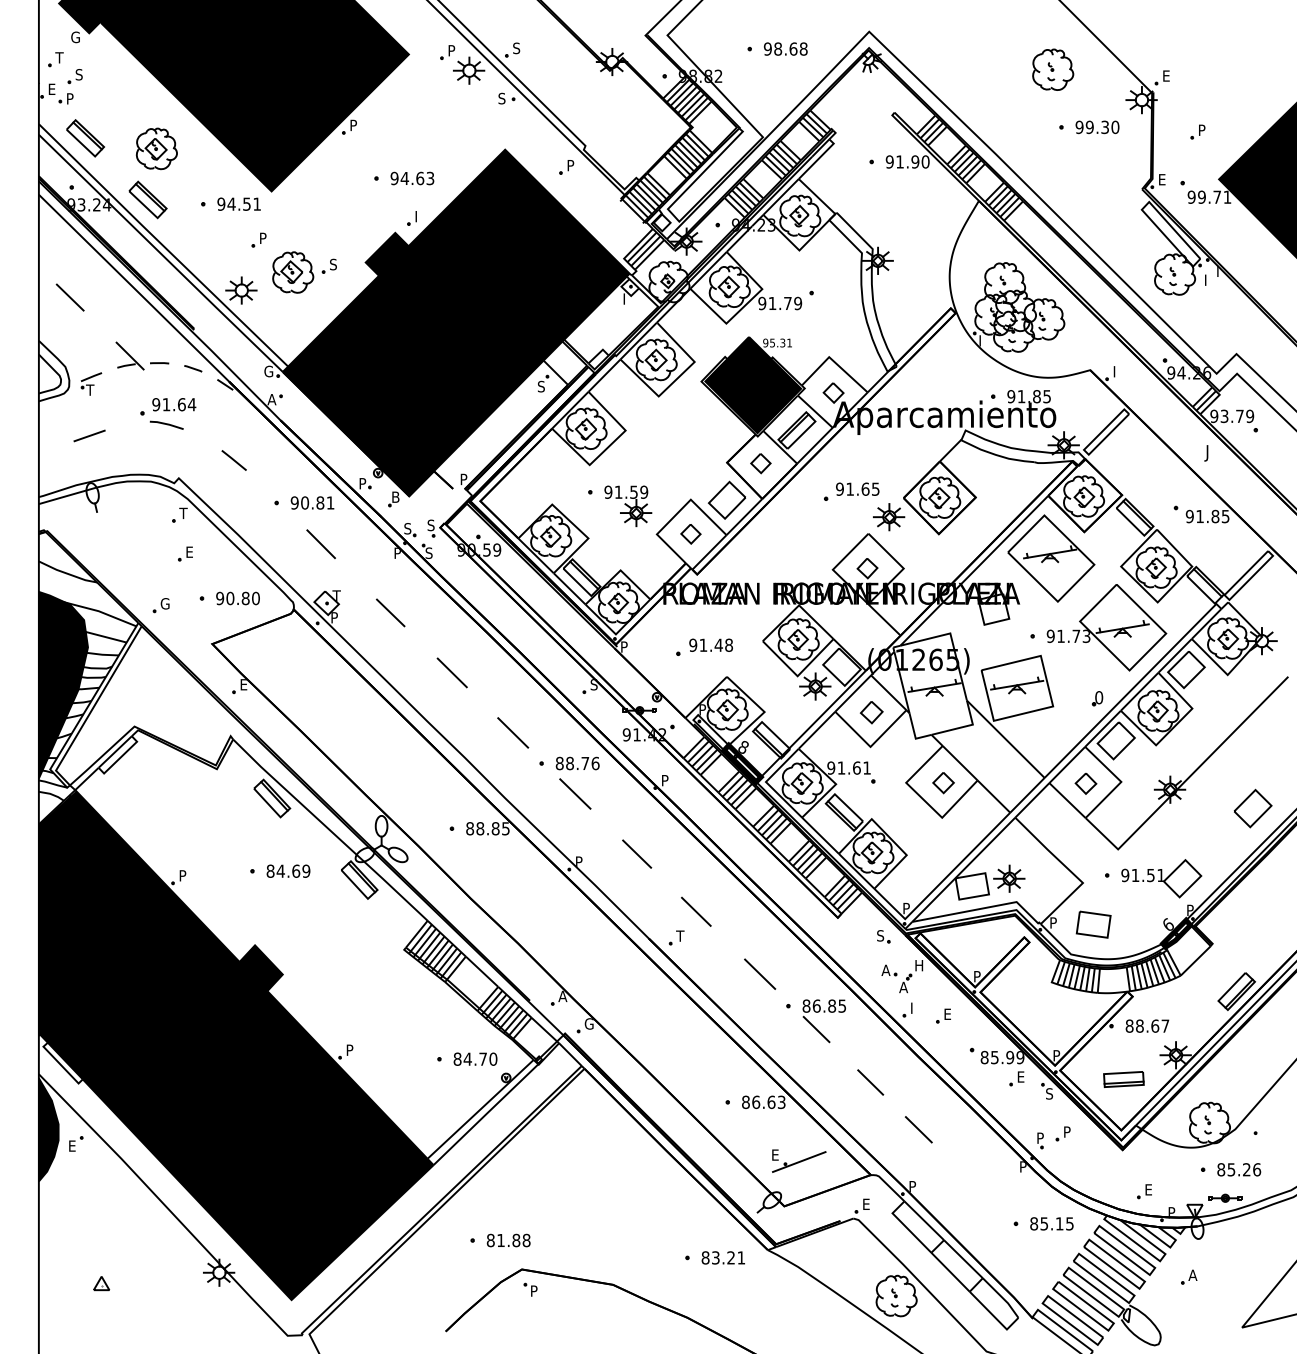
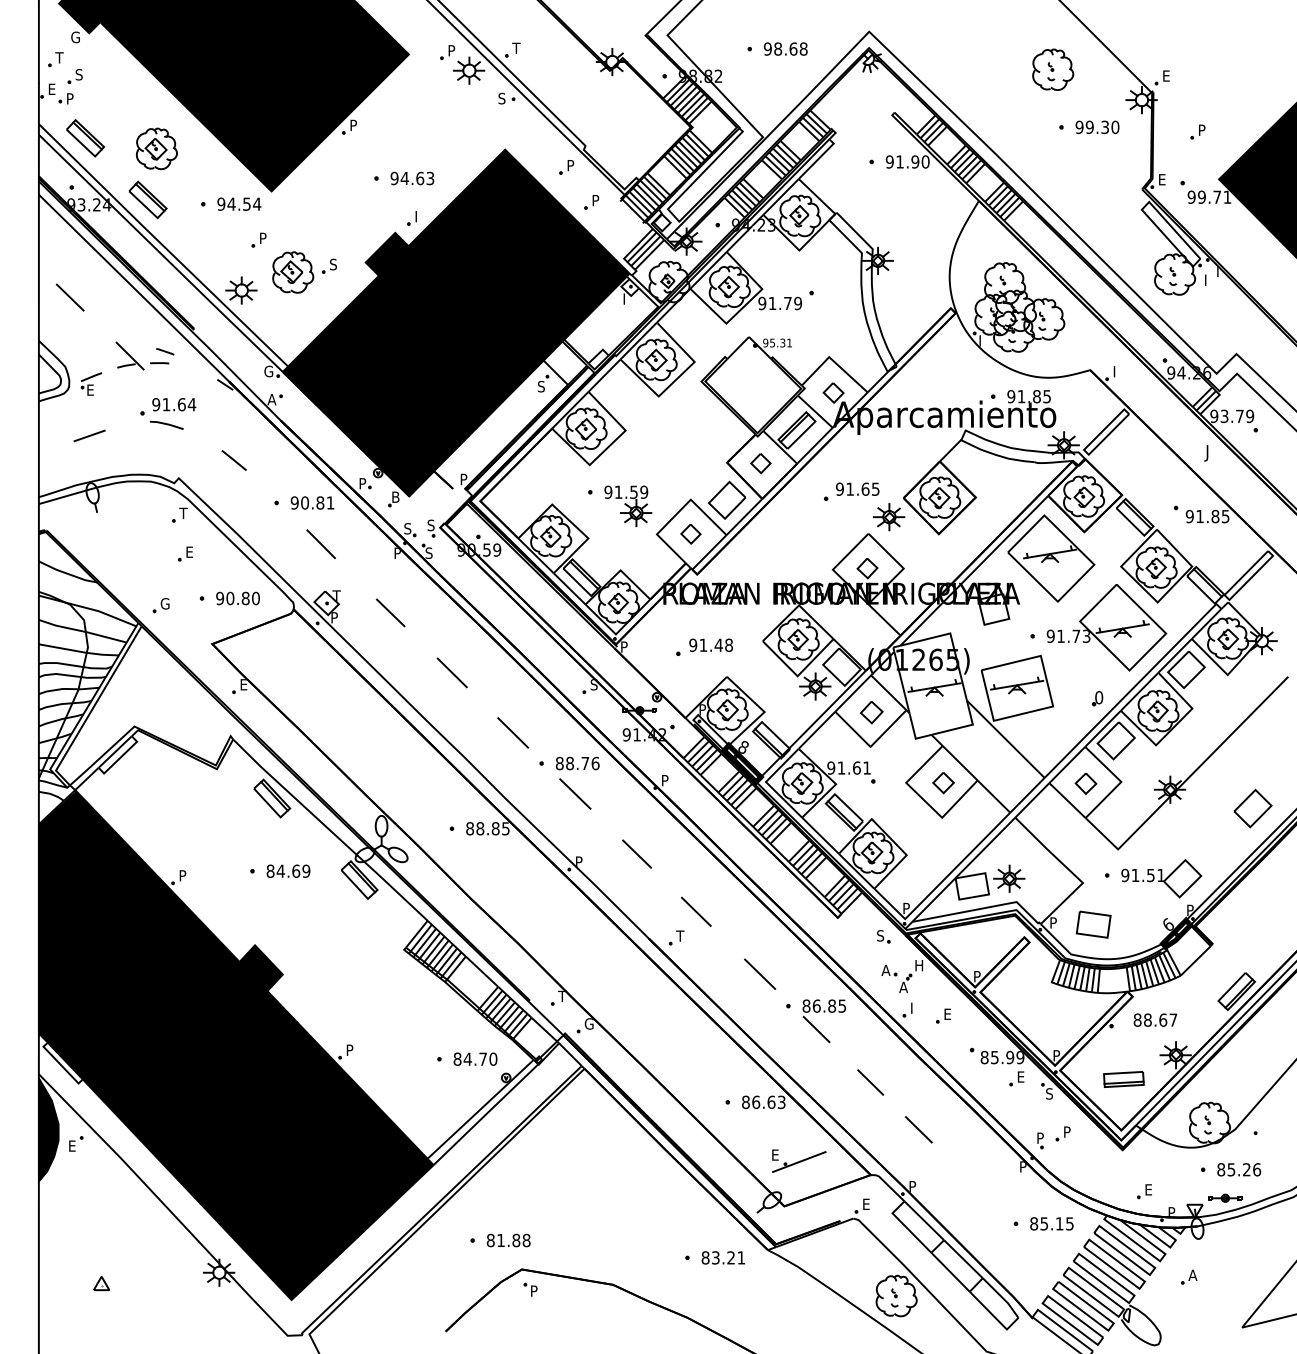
text at (516, 48): S -> T
part at (591, 202): none -> present
text at (257, 203): 94.51 -> 94.54
line at (193, 368) position: (193, 368) -> (165, 351)
fill at (753, 384): present -> none
text at (90, 389): T -> E
fill at (63, 684): present -> none
text at (562, 996): A -> T
text at (1147, 1025) position: (1147, 1025) -> (1155, 1019)
